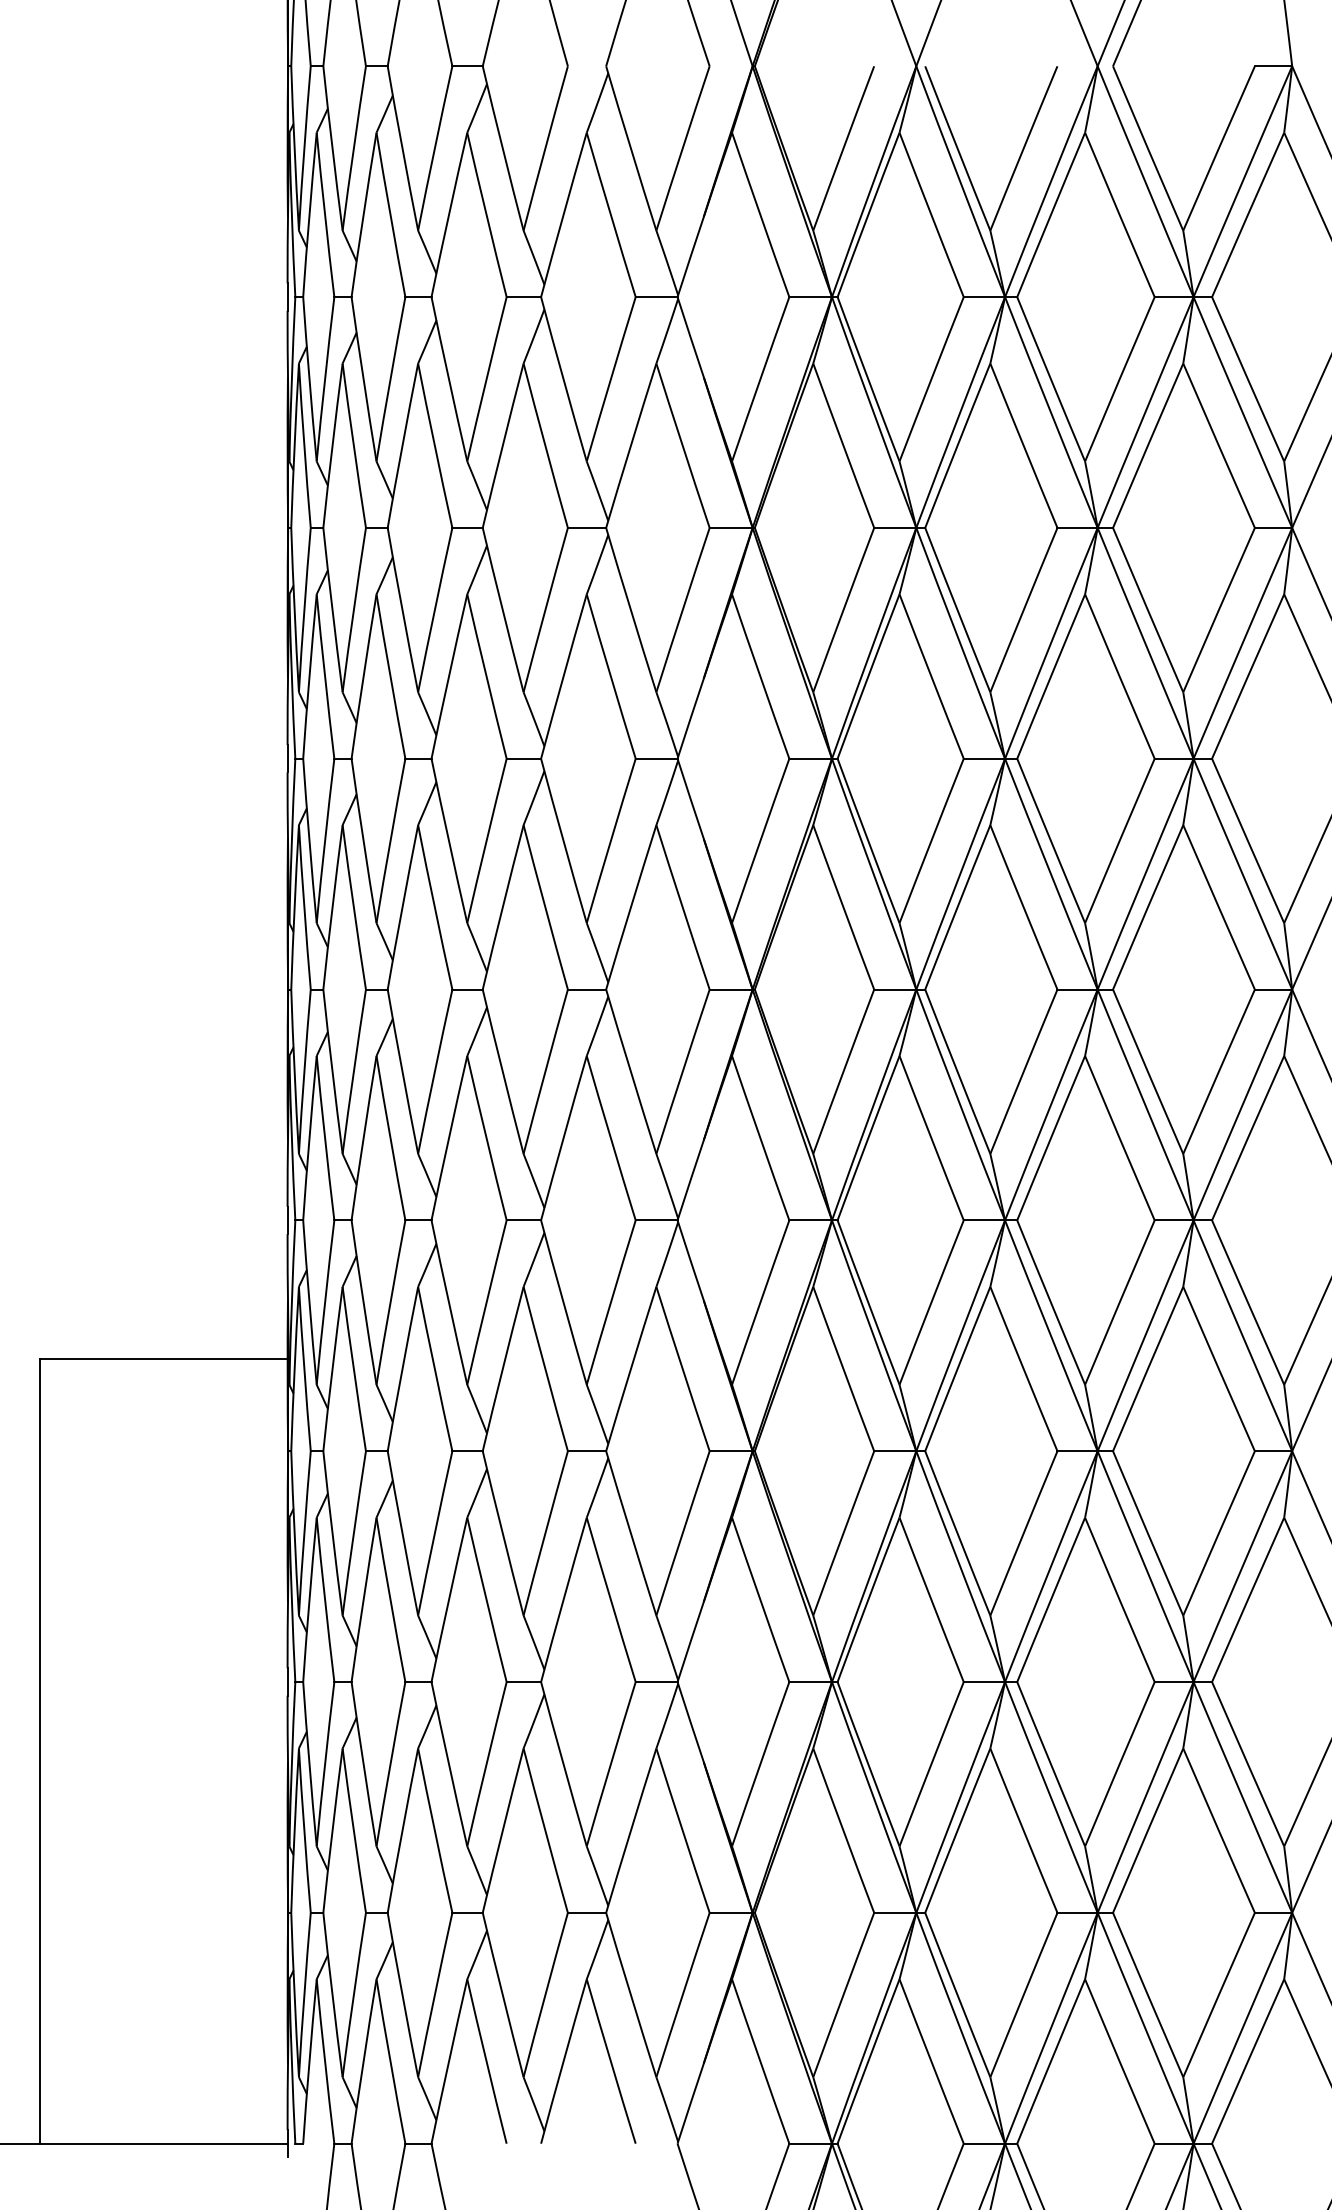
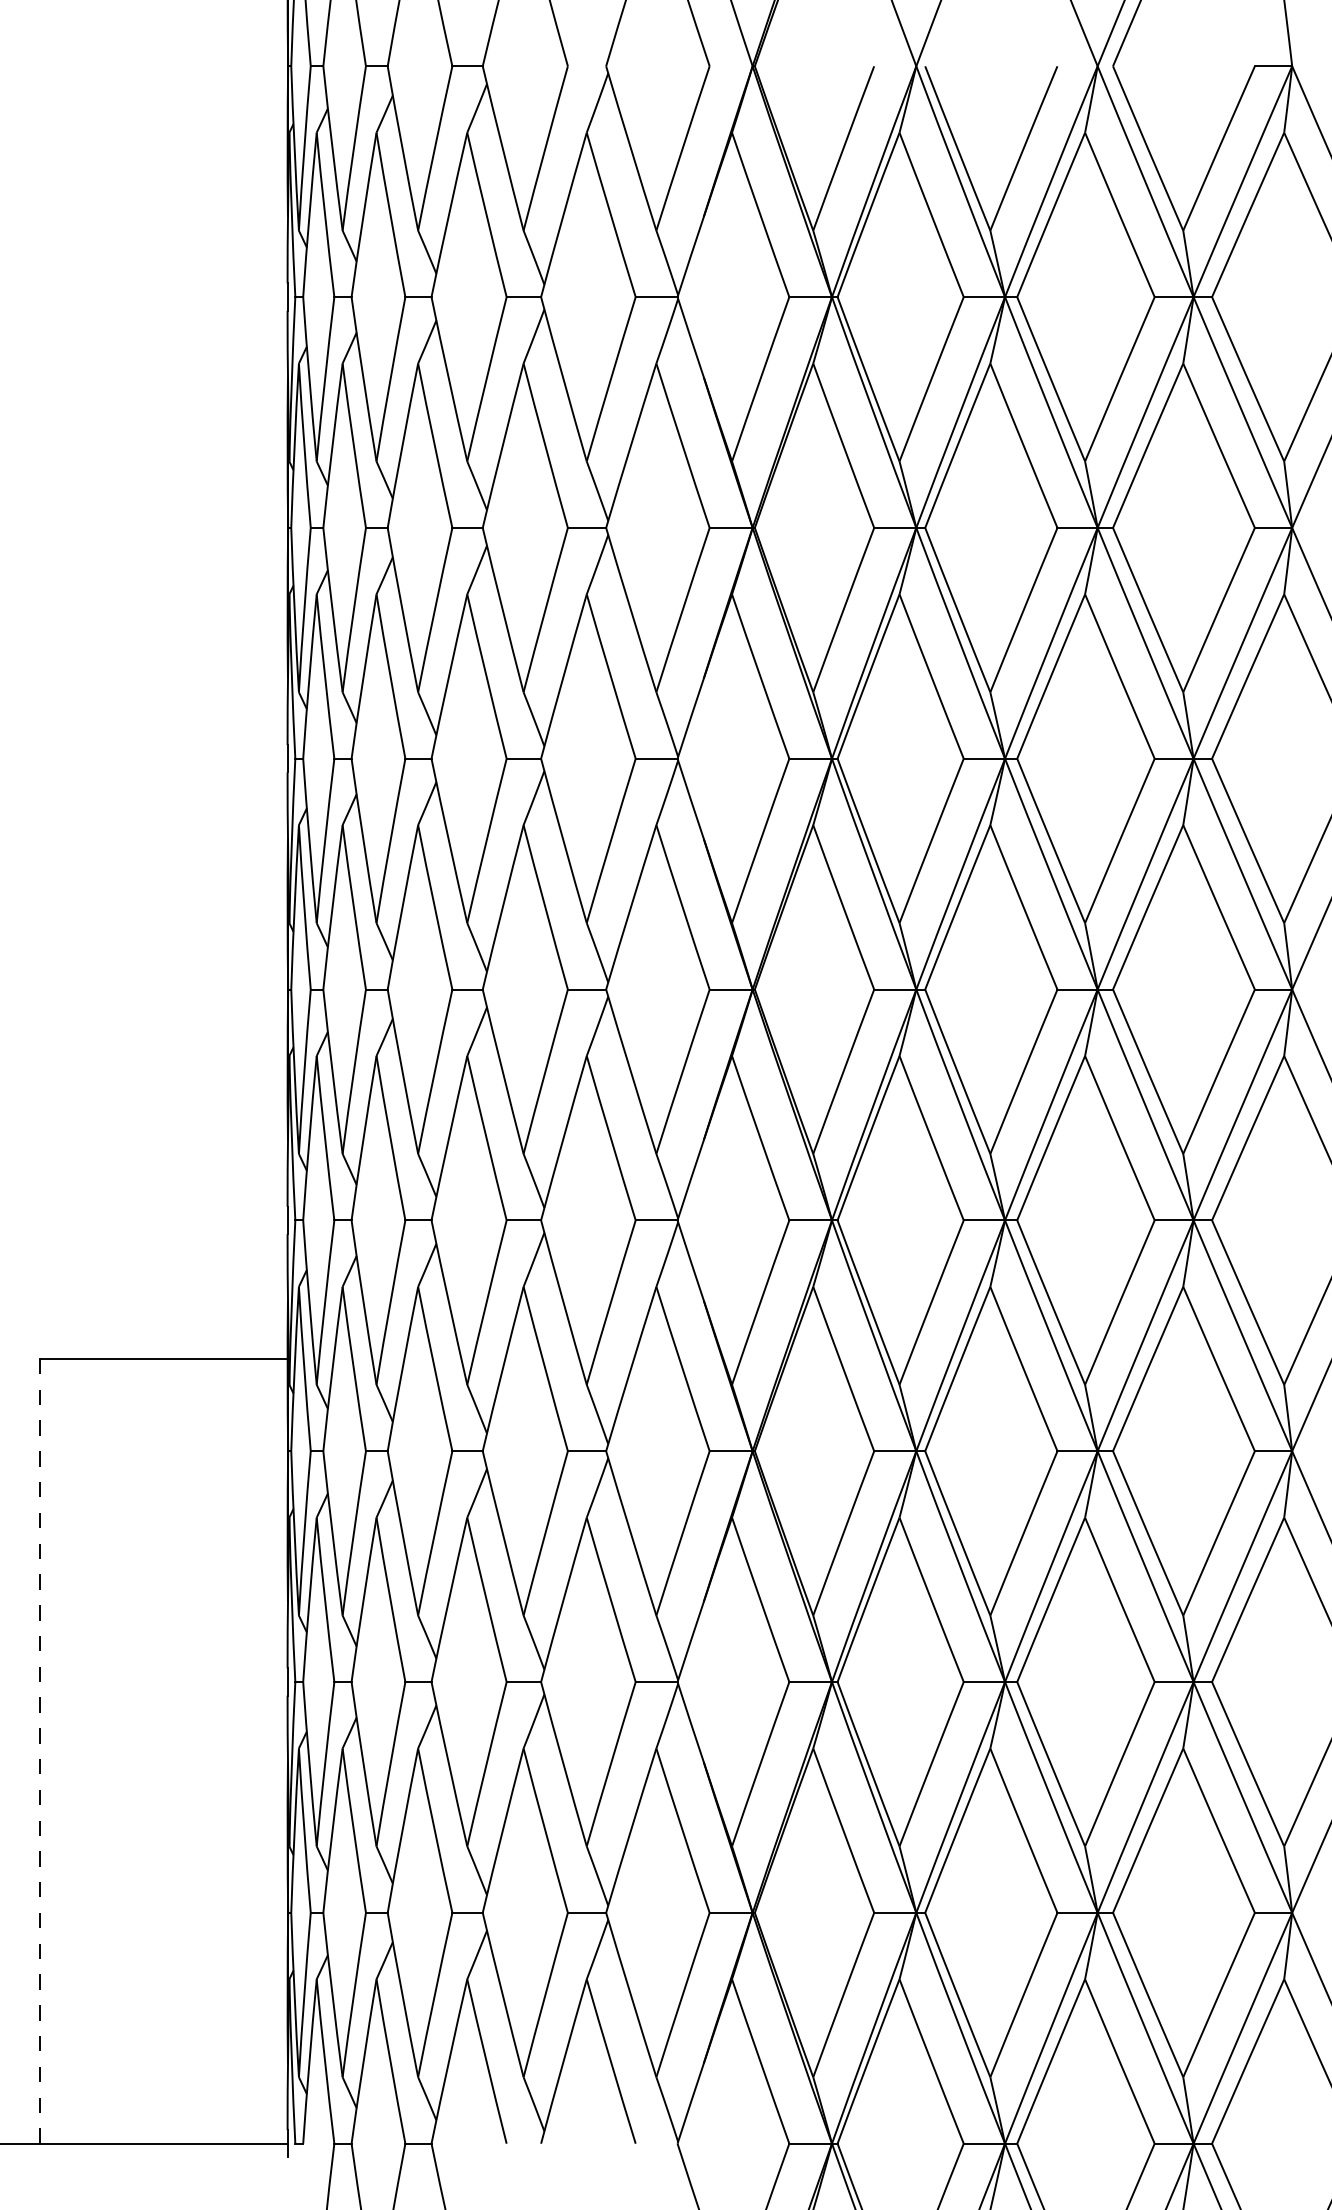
line at (39, 1751): solid -> dashed
